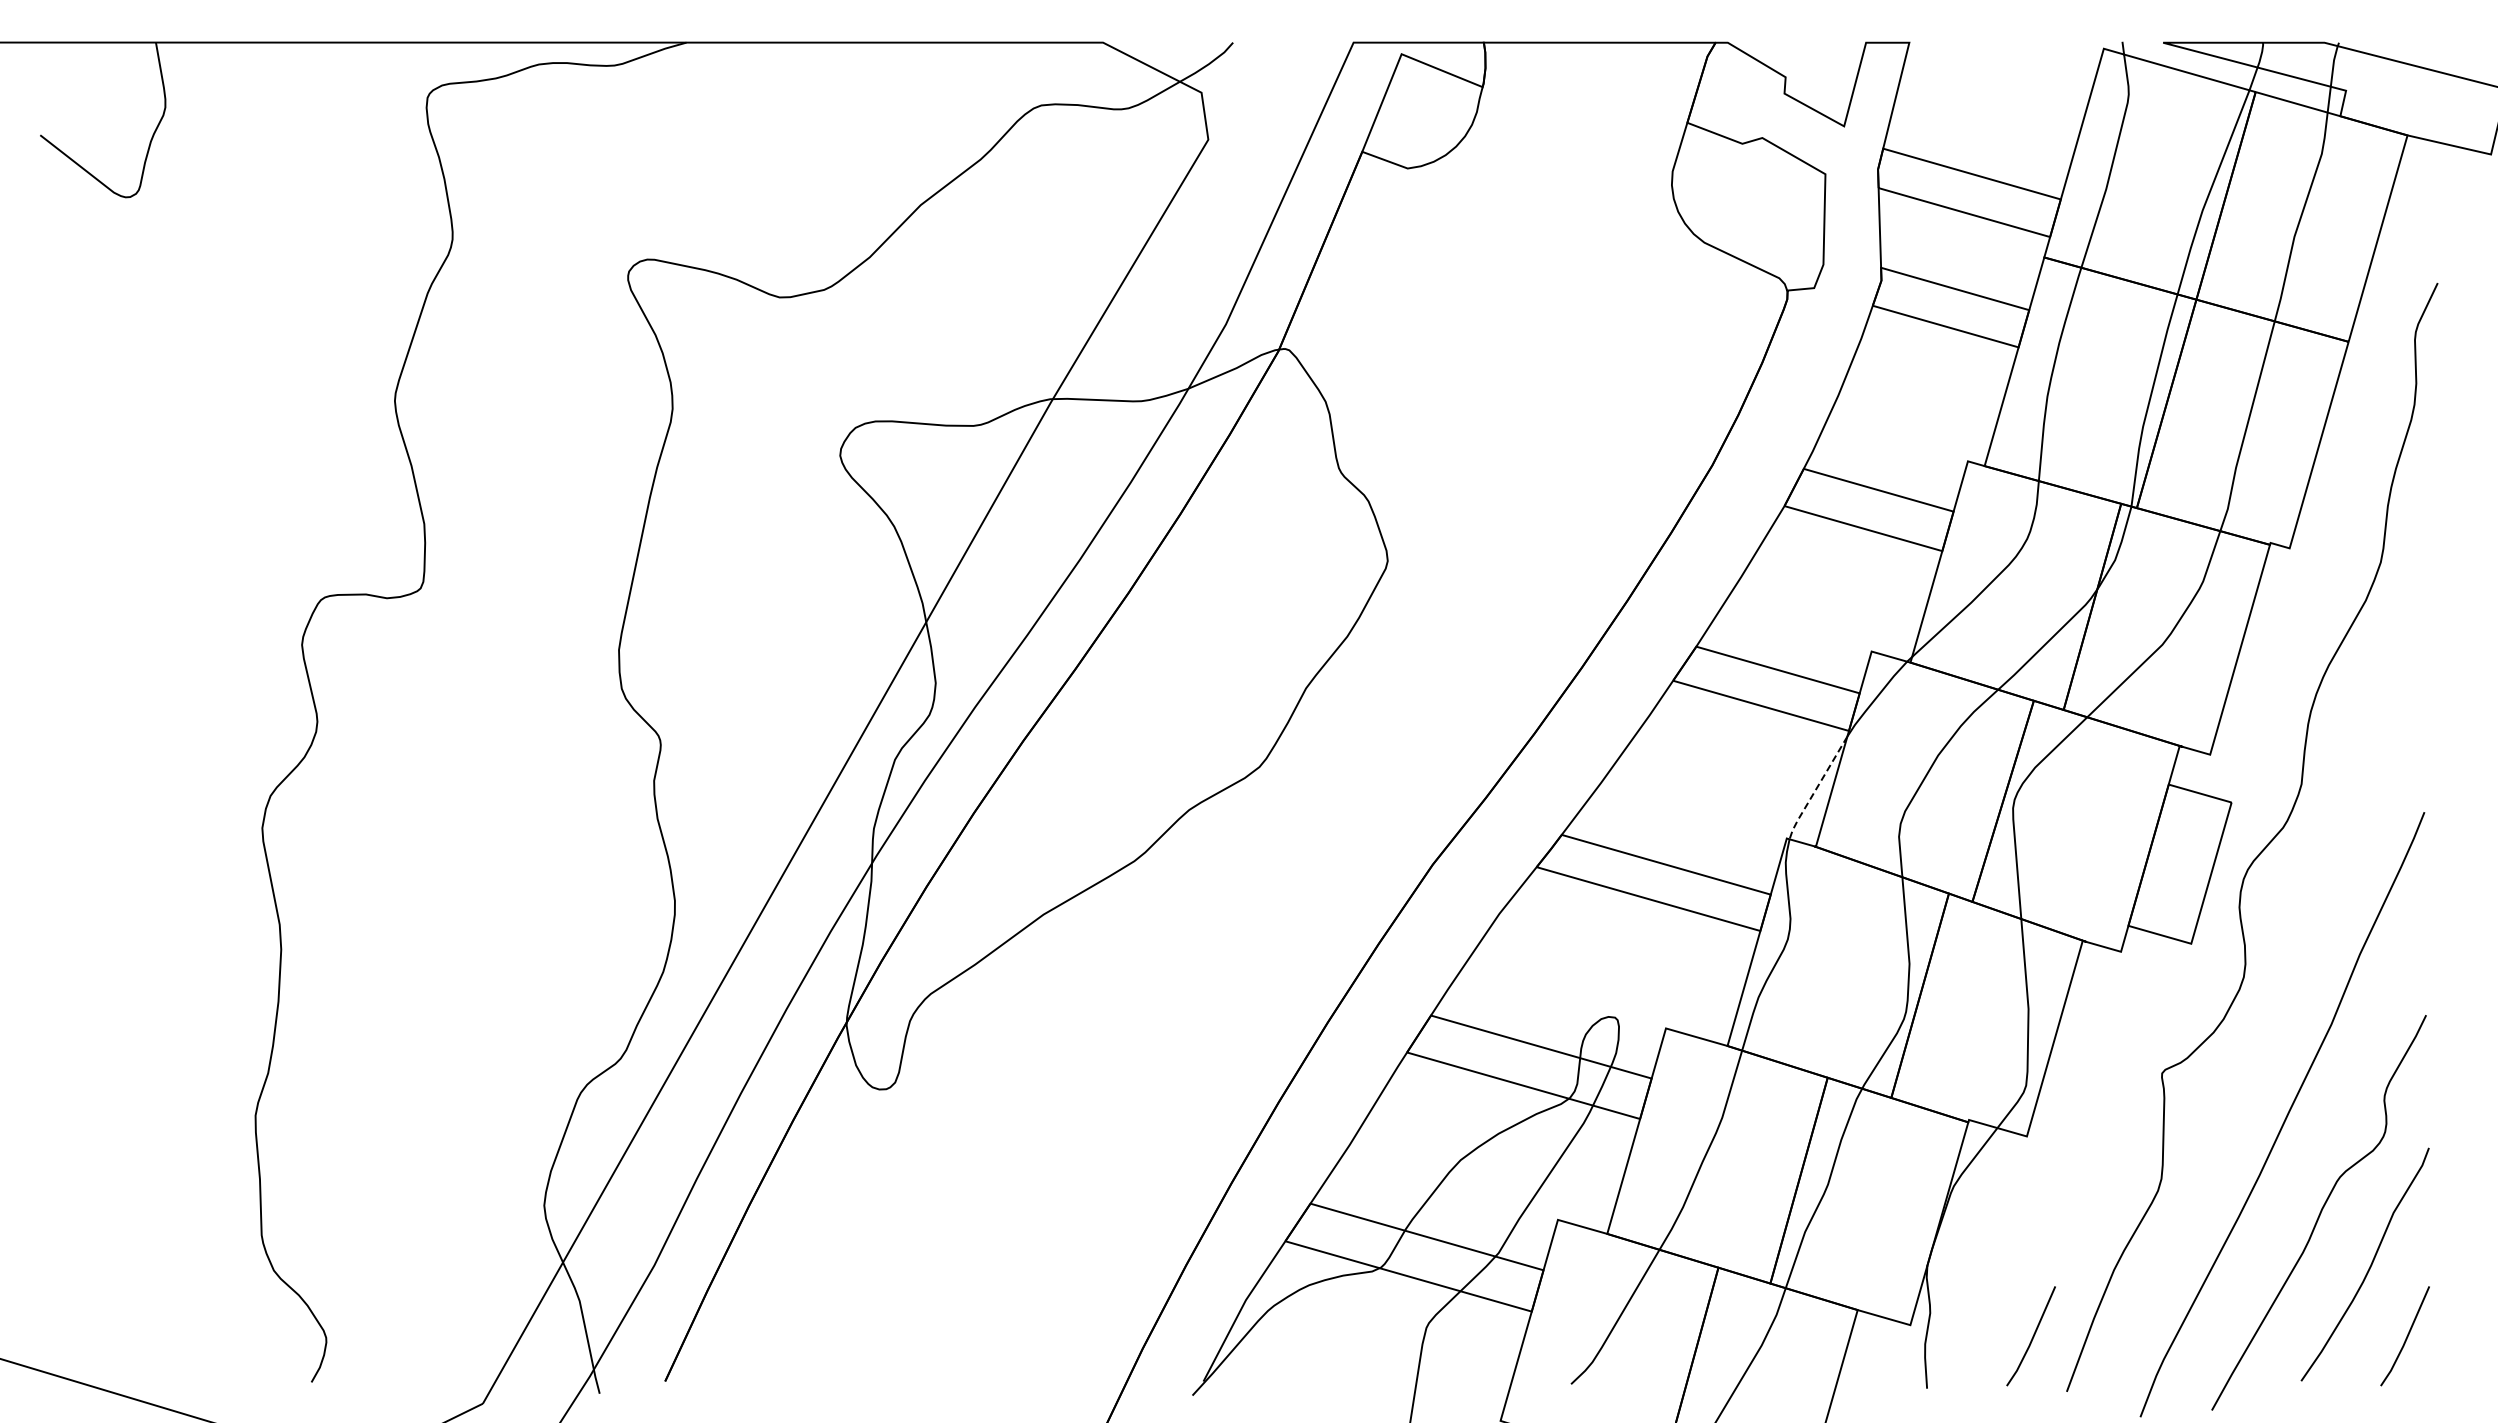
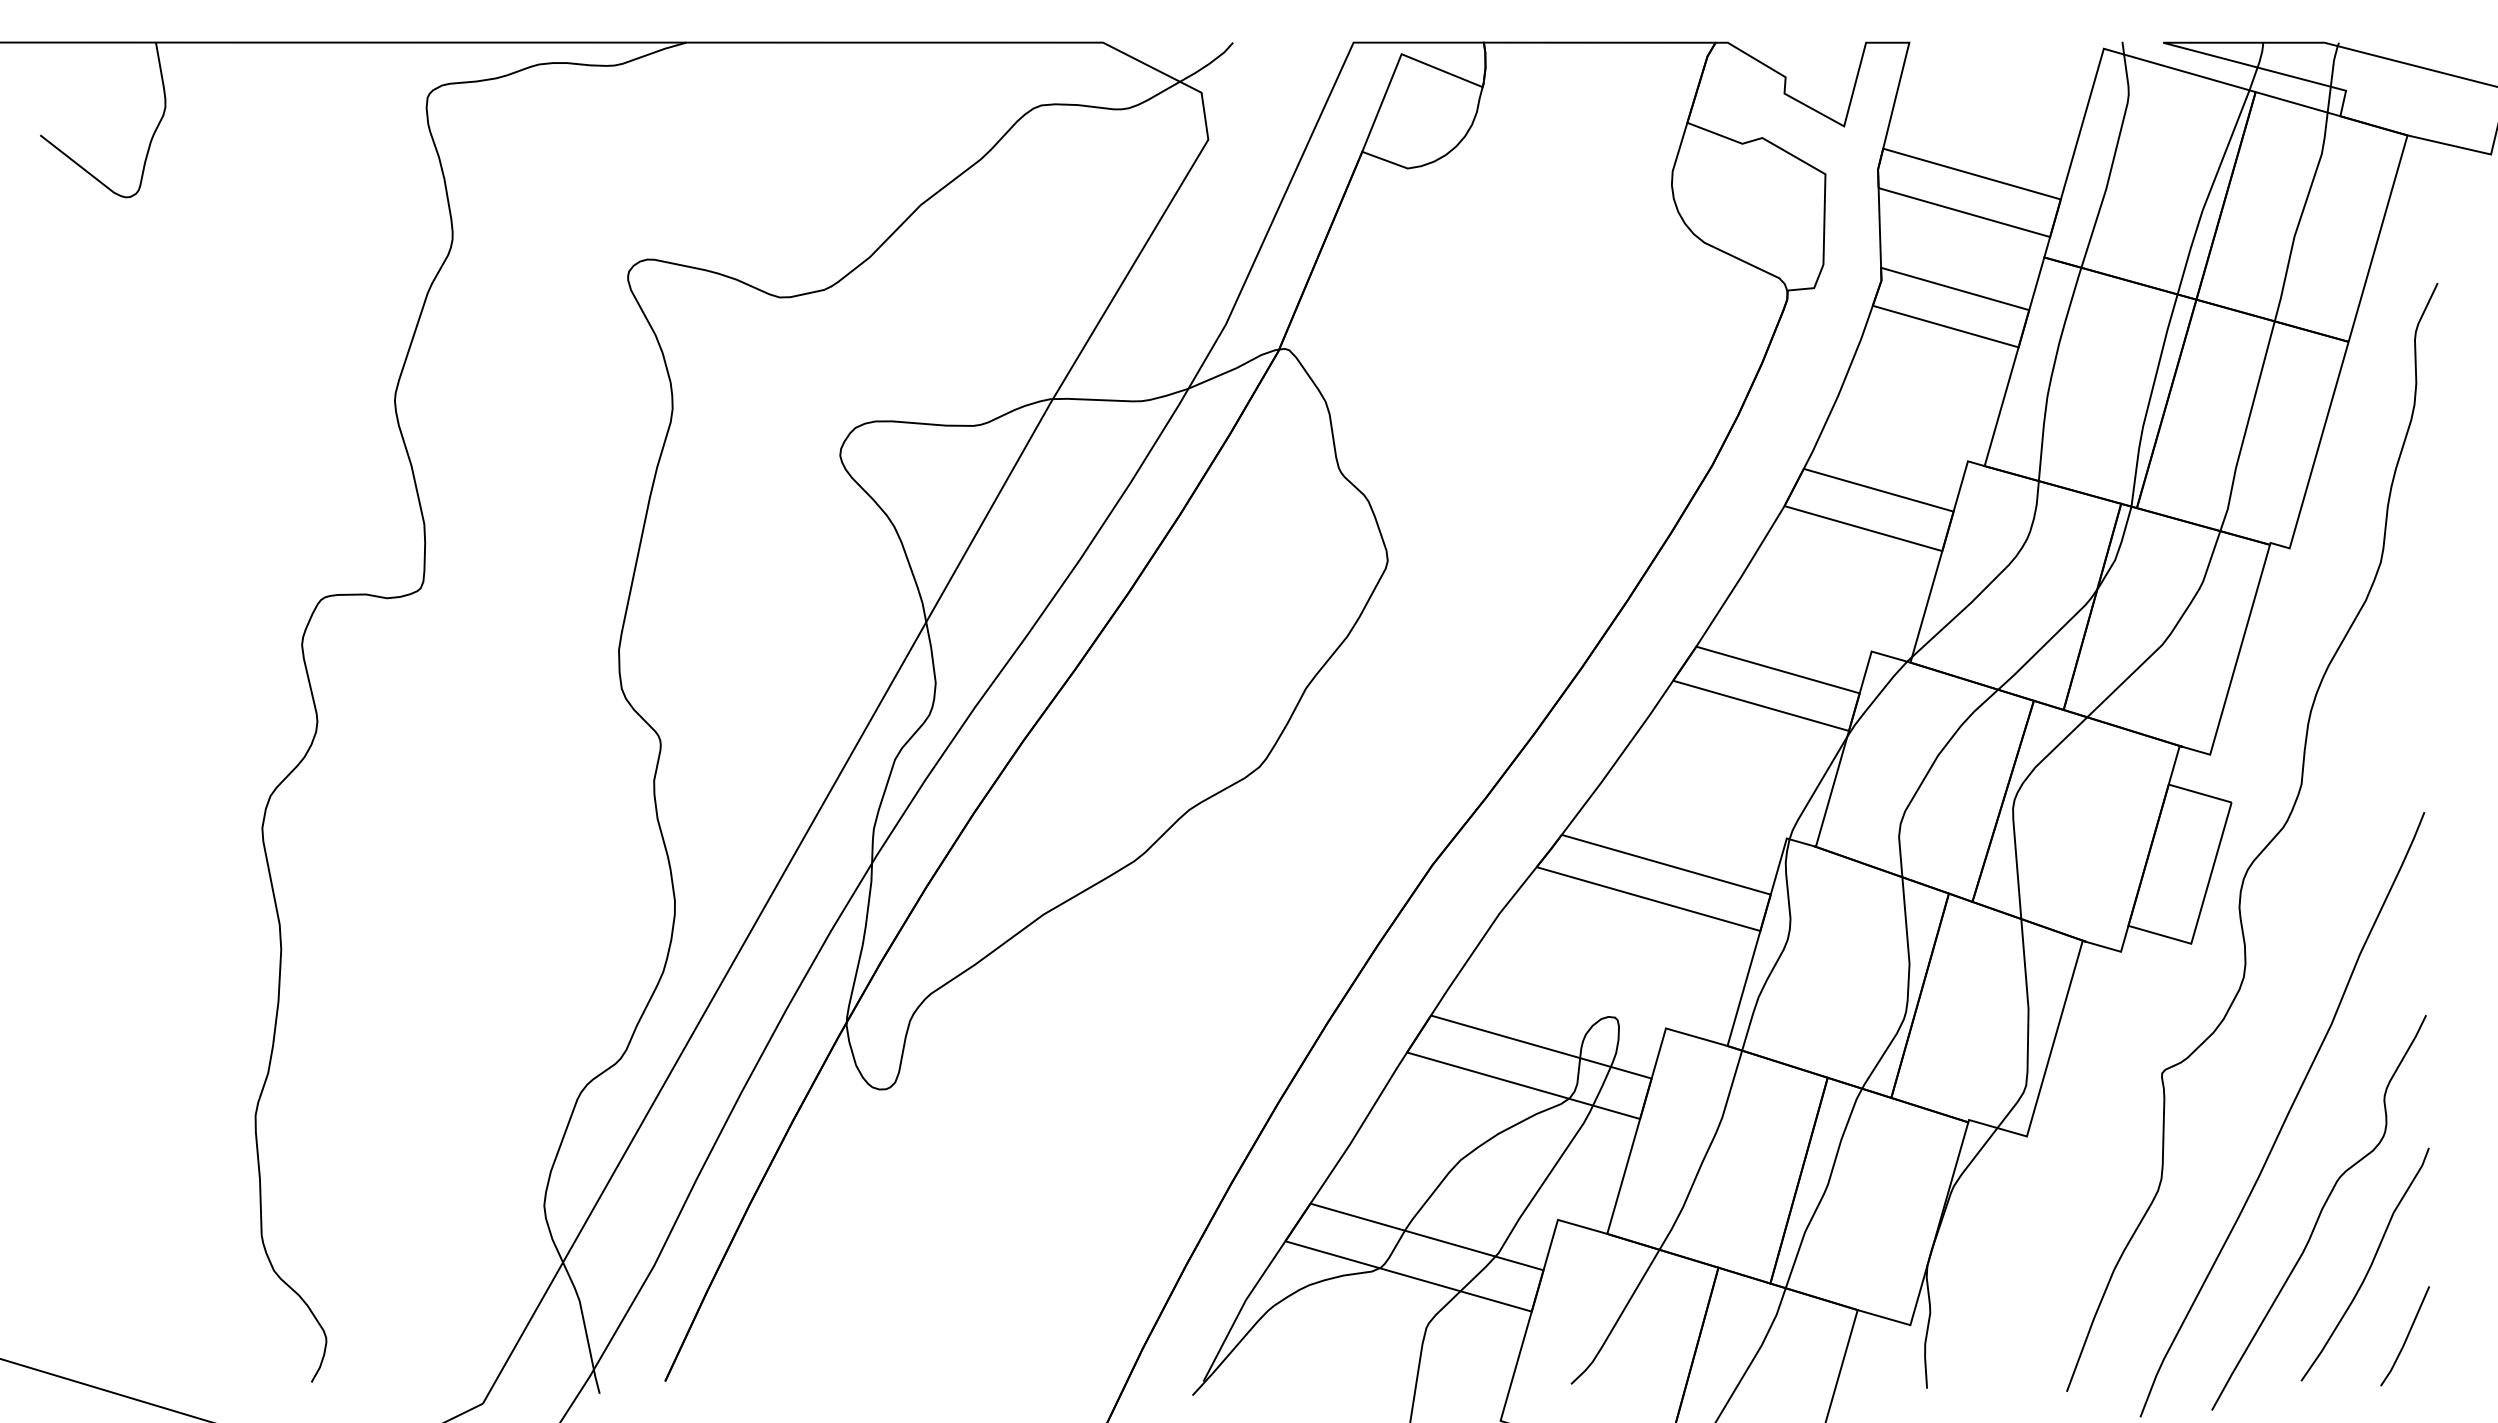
line at (1816, 788): dashed -> solid
line at (2032, 1336): present -> none
